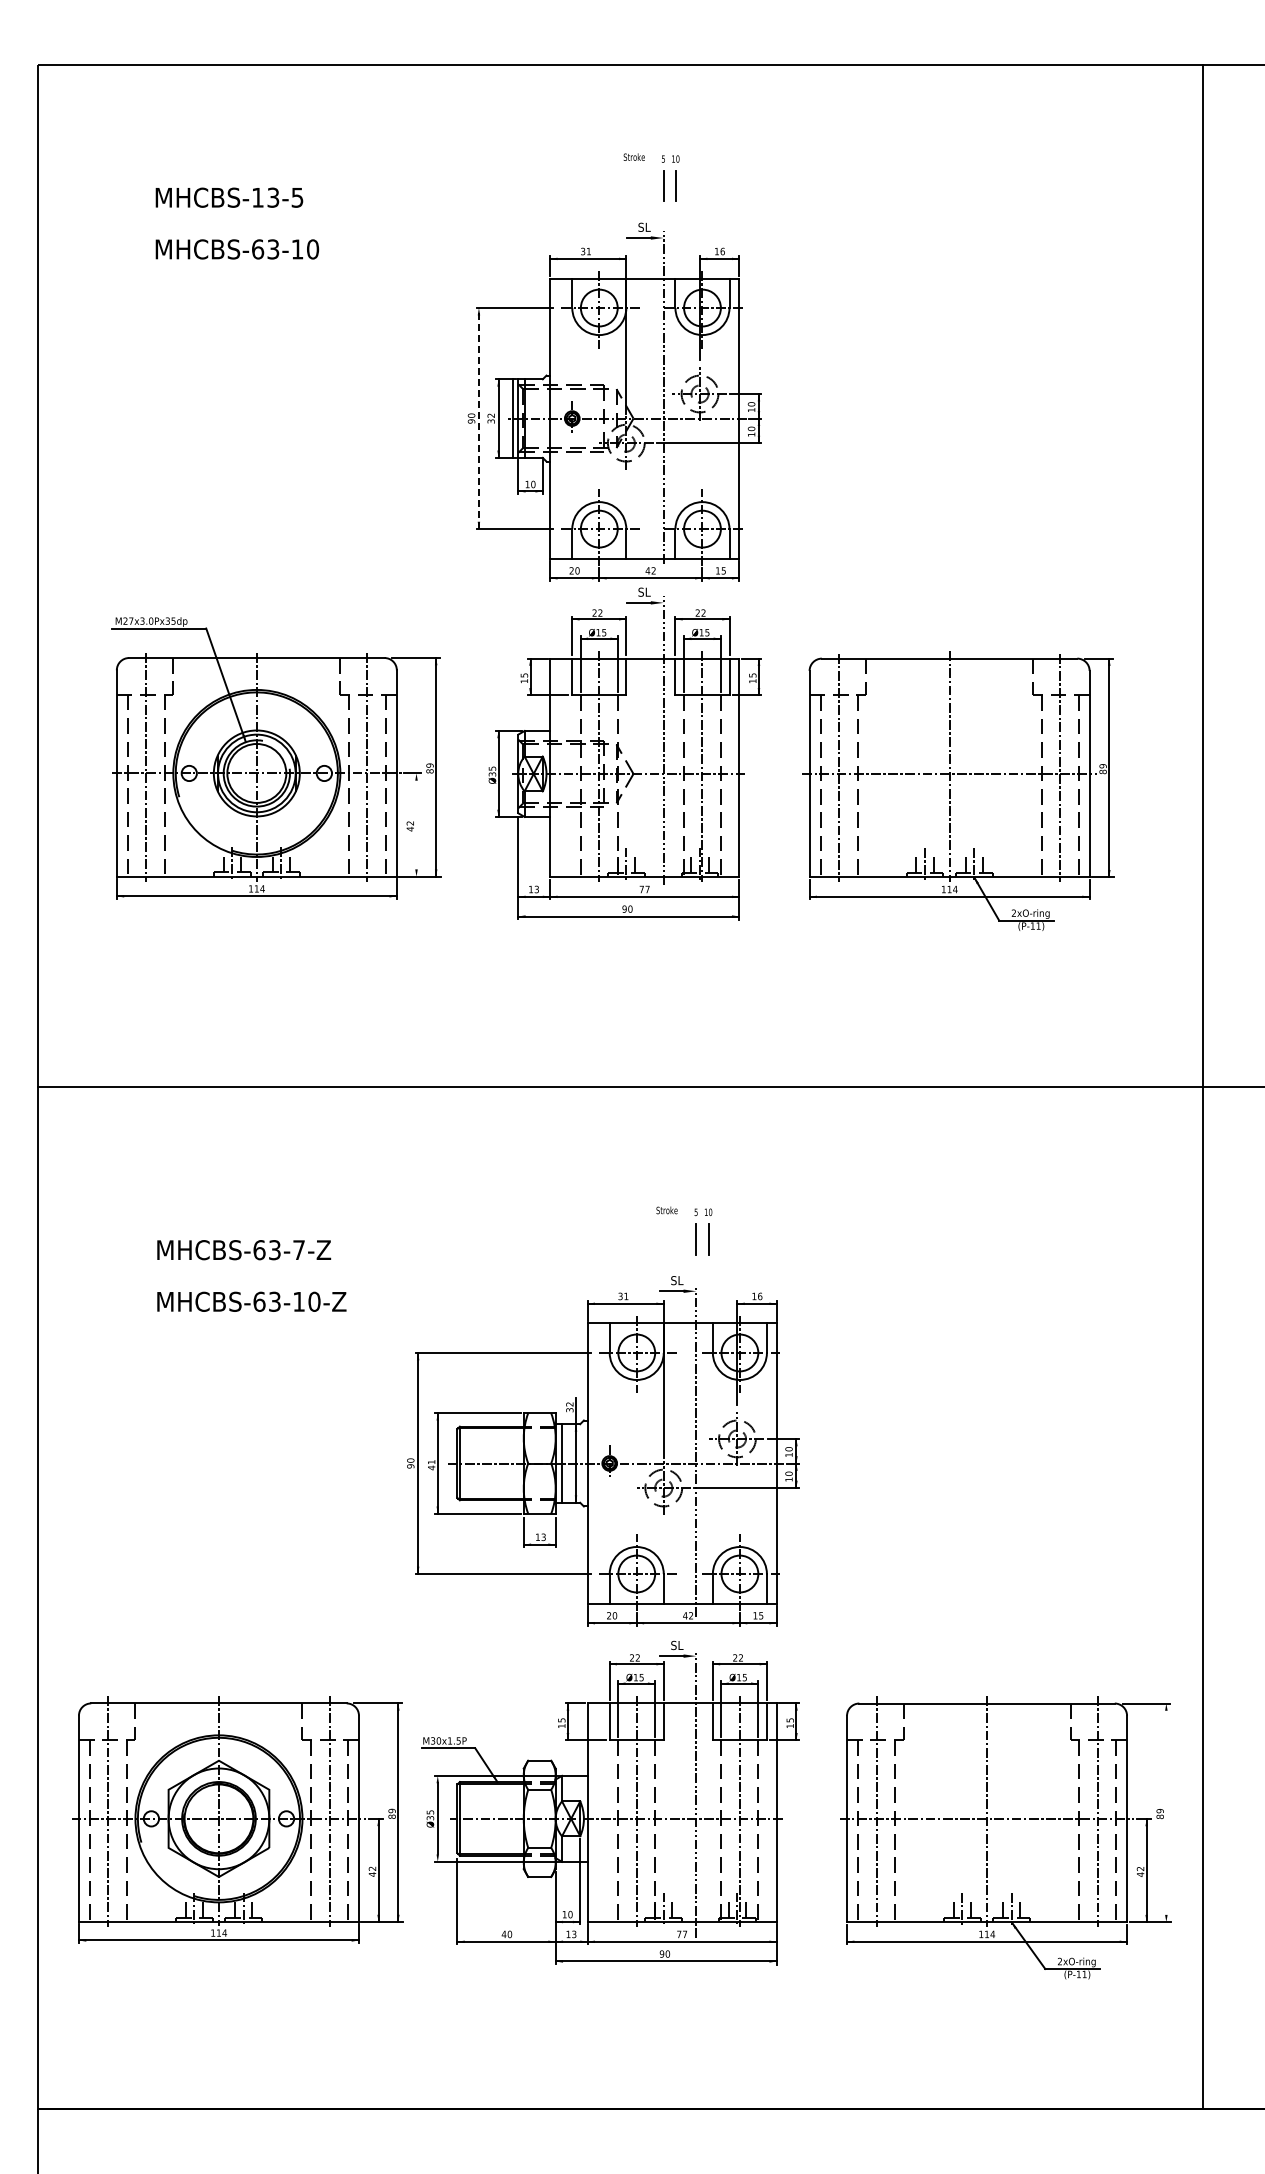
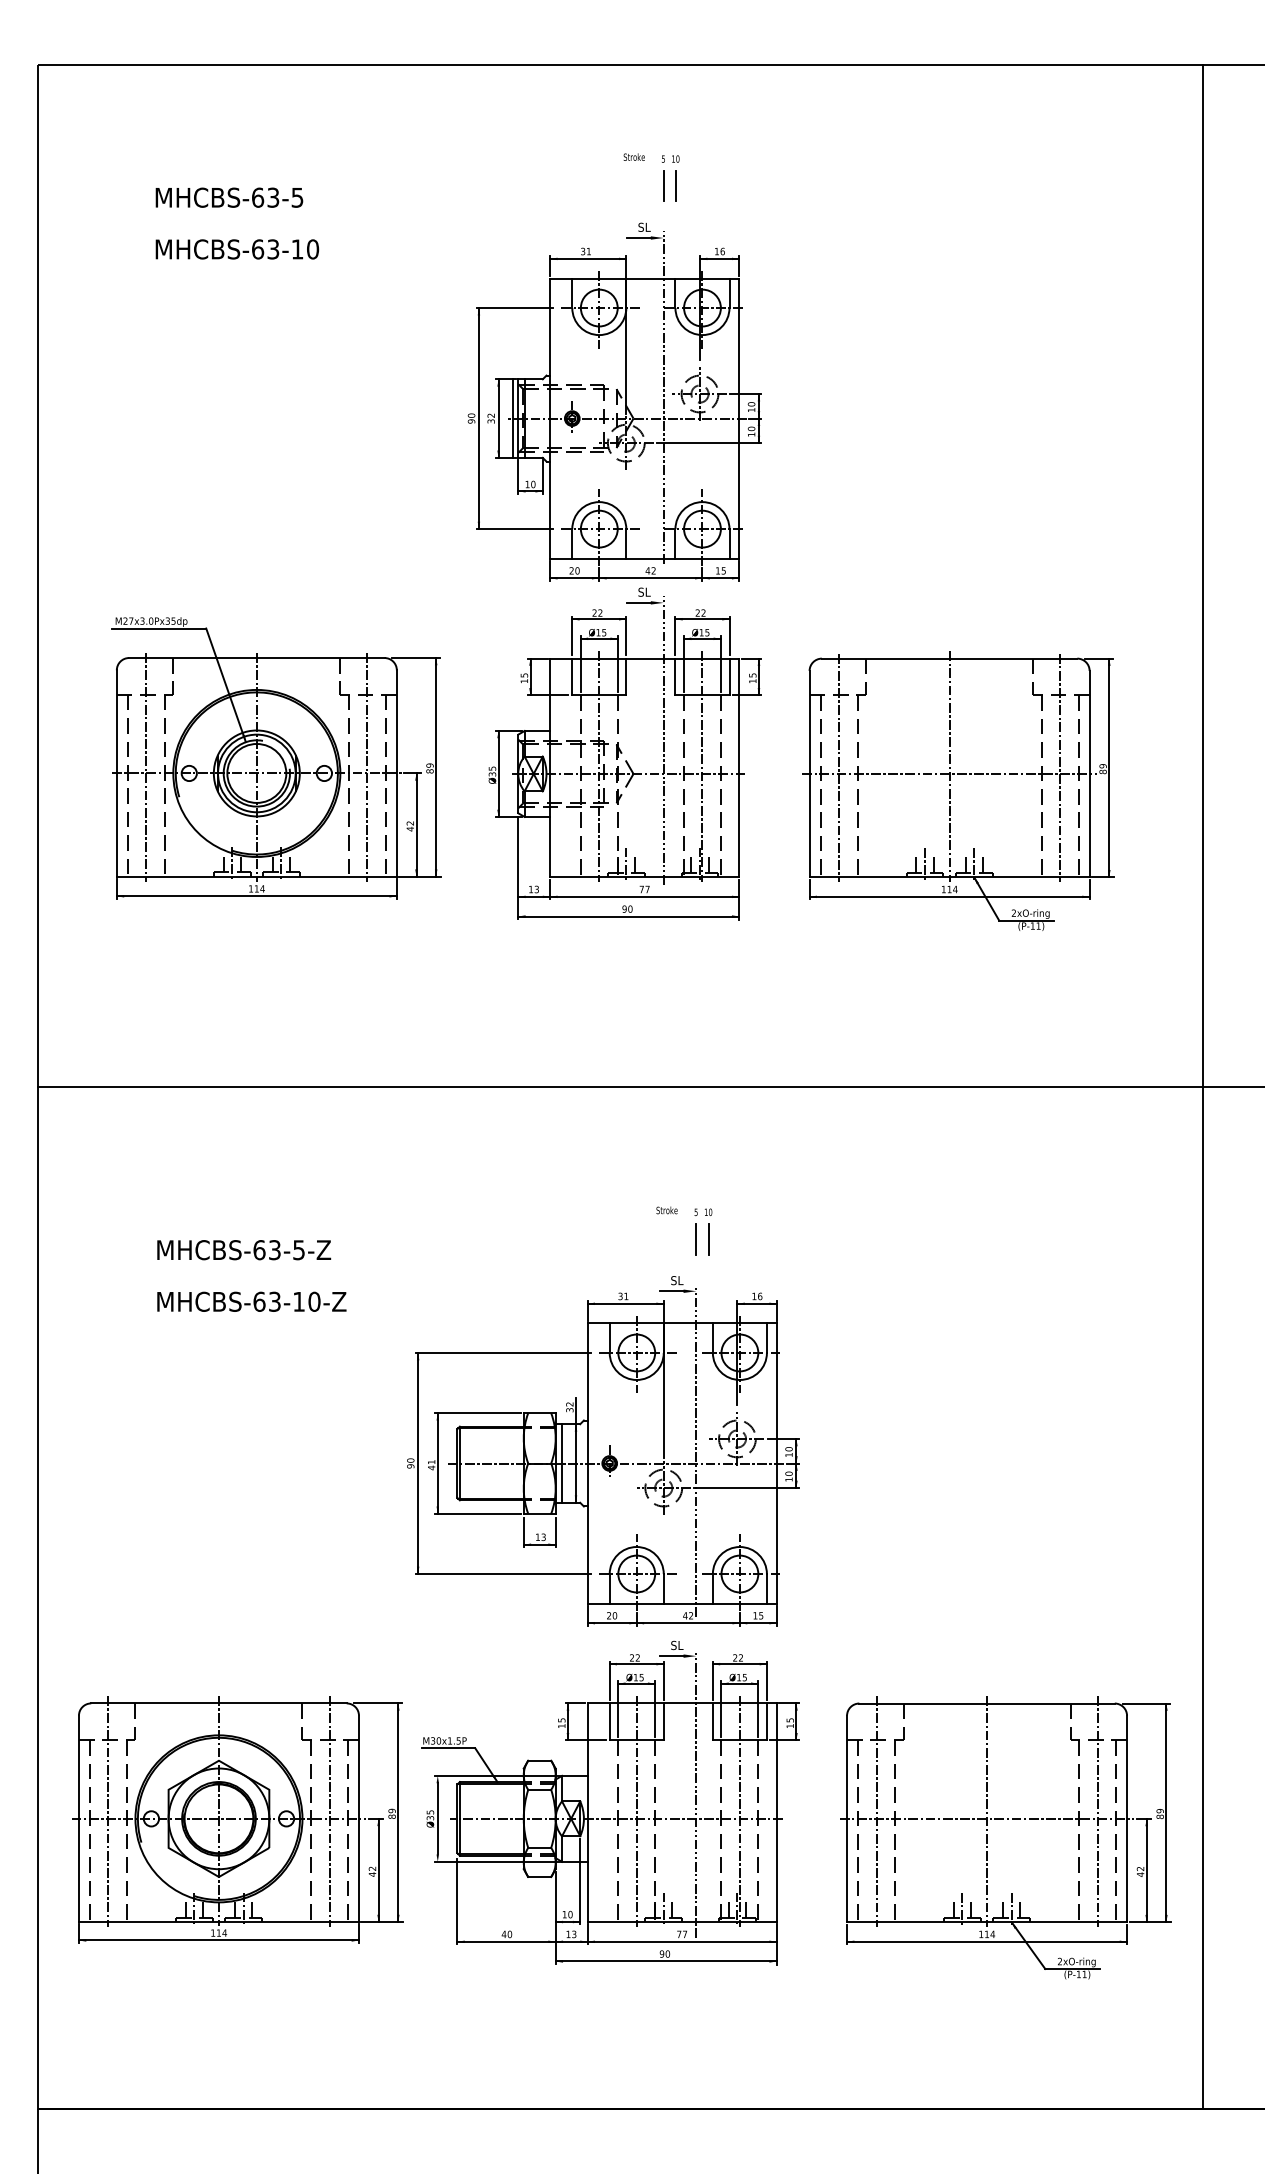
text at (258, 197): MHCBS-13-5 -> MHCBS-63-5
line at (478, 418): dashed -> solid
line at (416, 824): none -> present
text at (298, 1250): MHCBS-63-7-Z -> MHCBS-63-5-Z
line at (1166, 1812): none -> present
